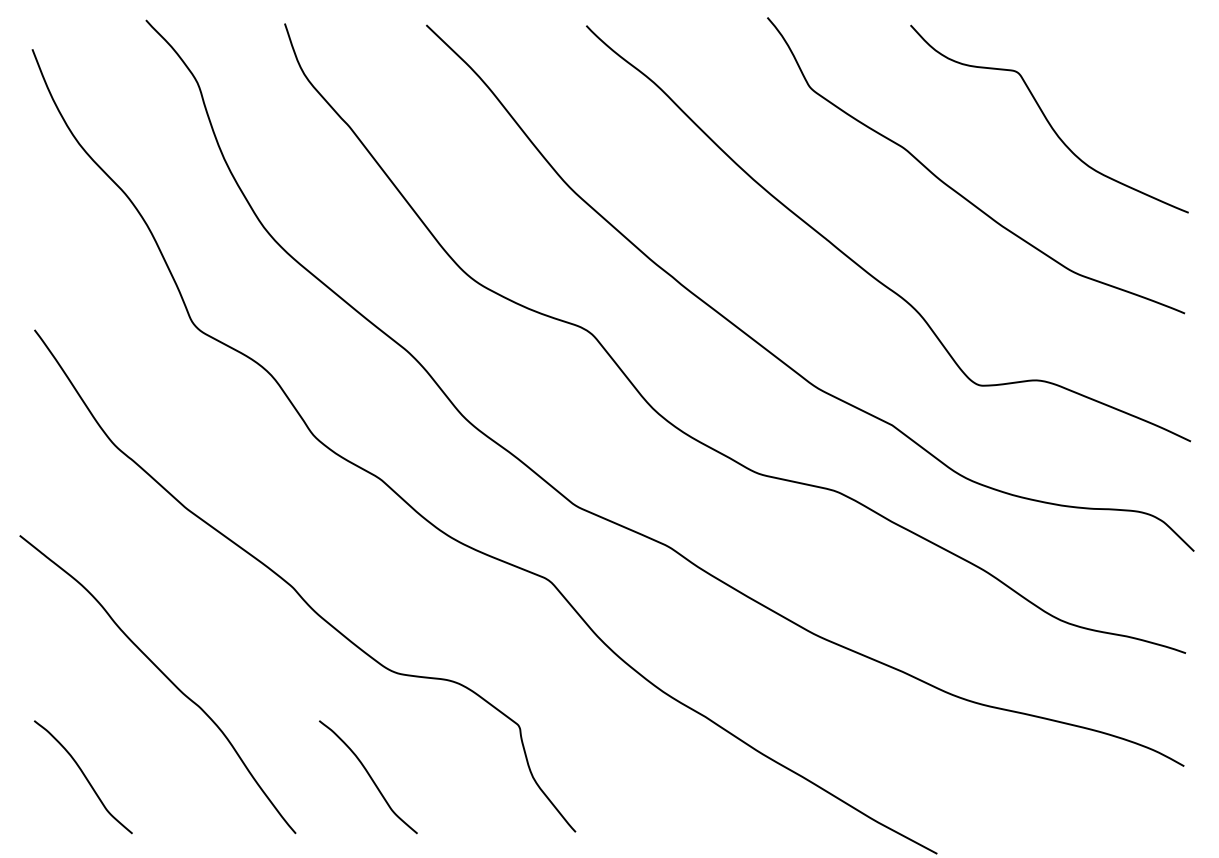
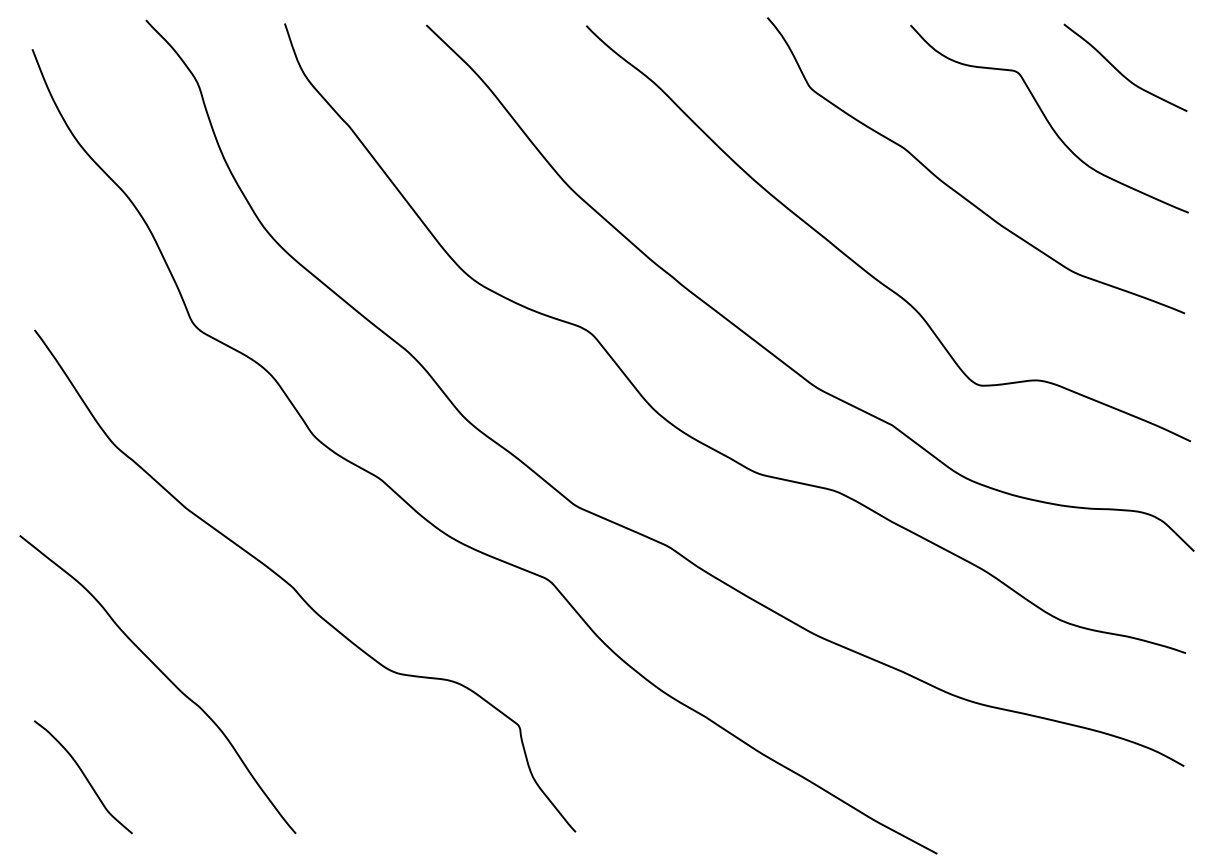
curve at (1120, 71): none -> present
curve at (369, 777): present -> none
